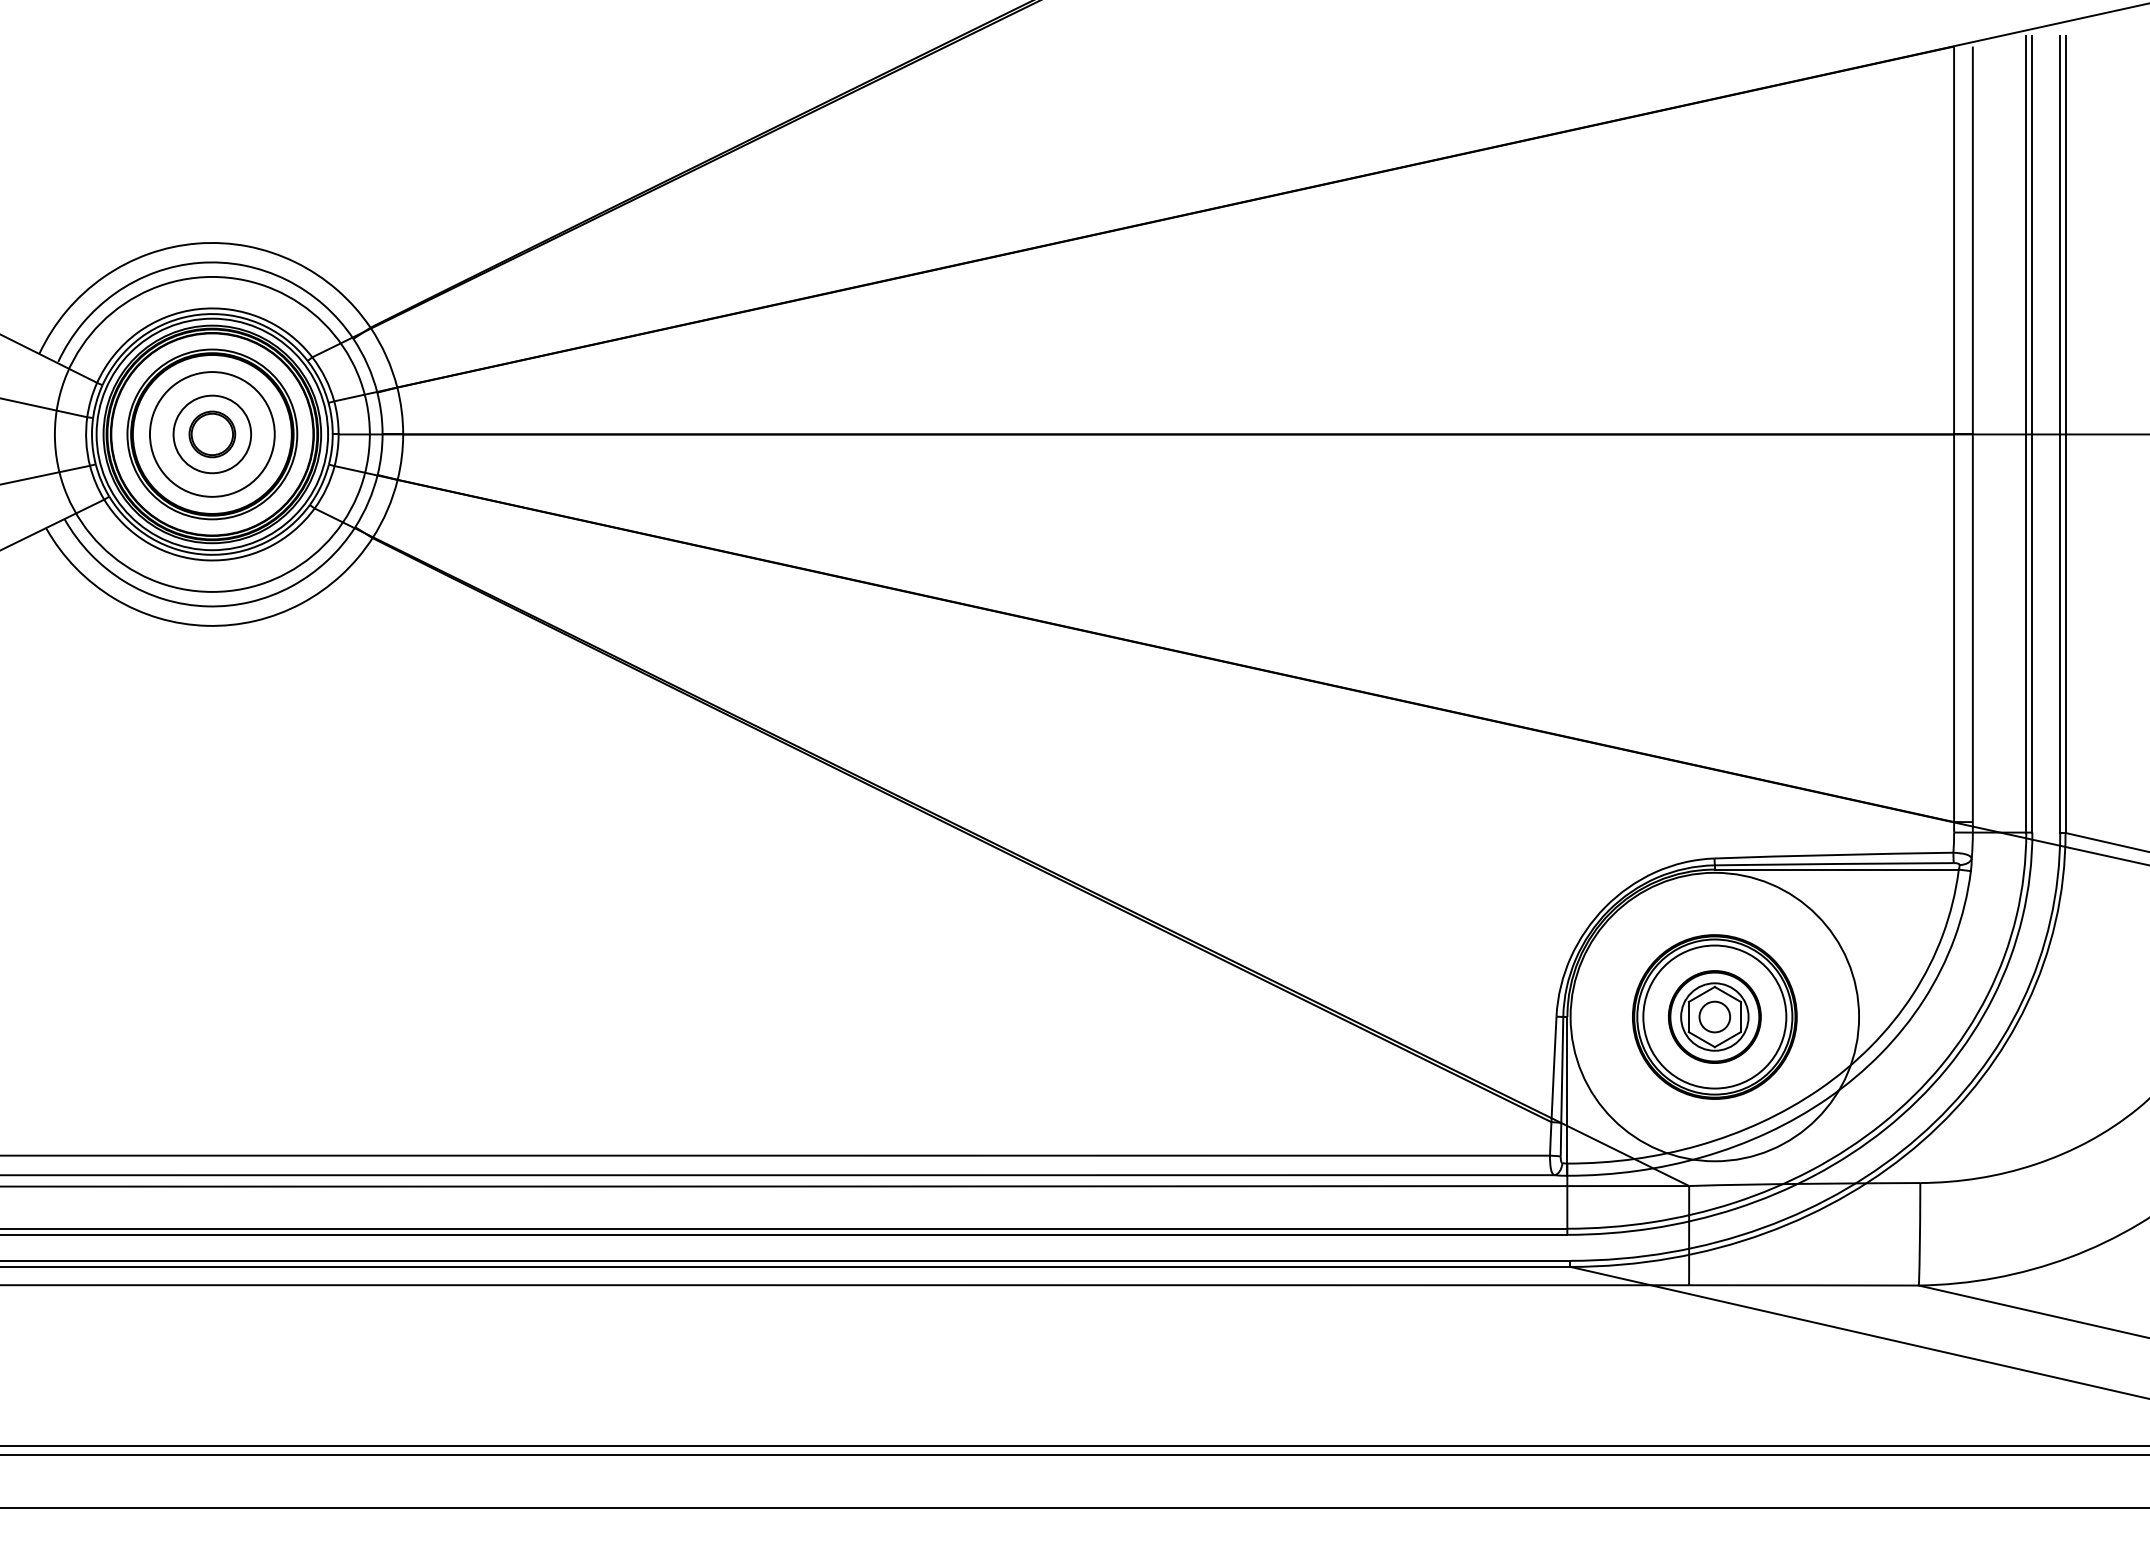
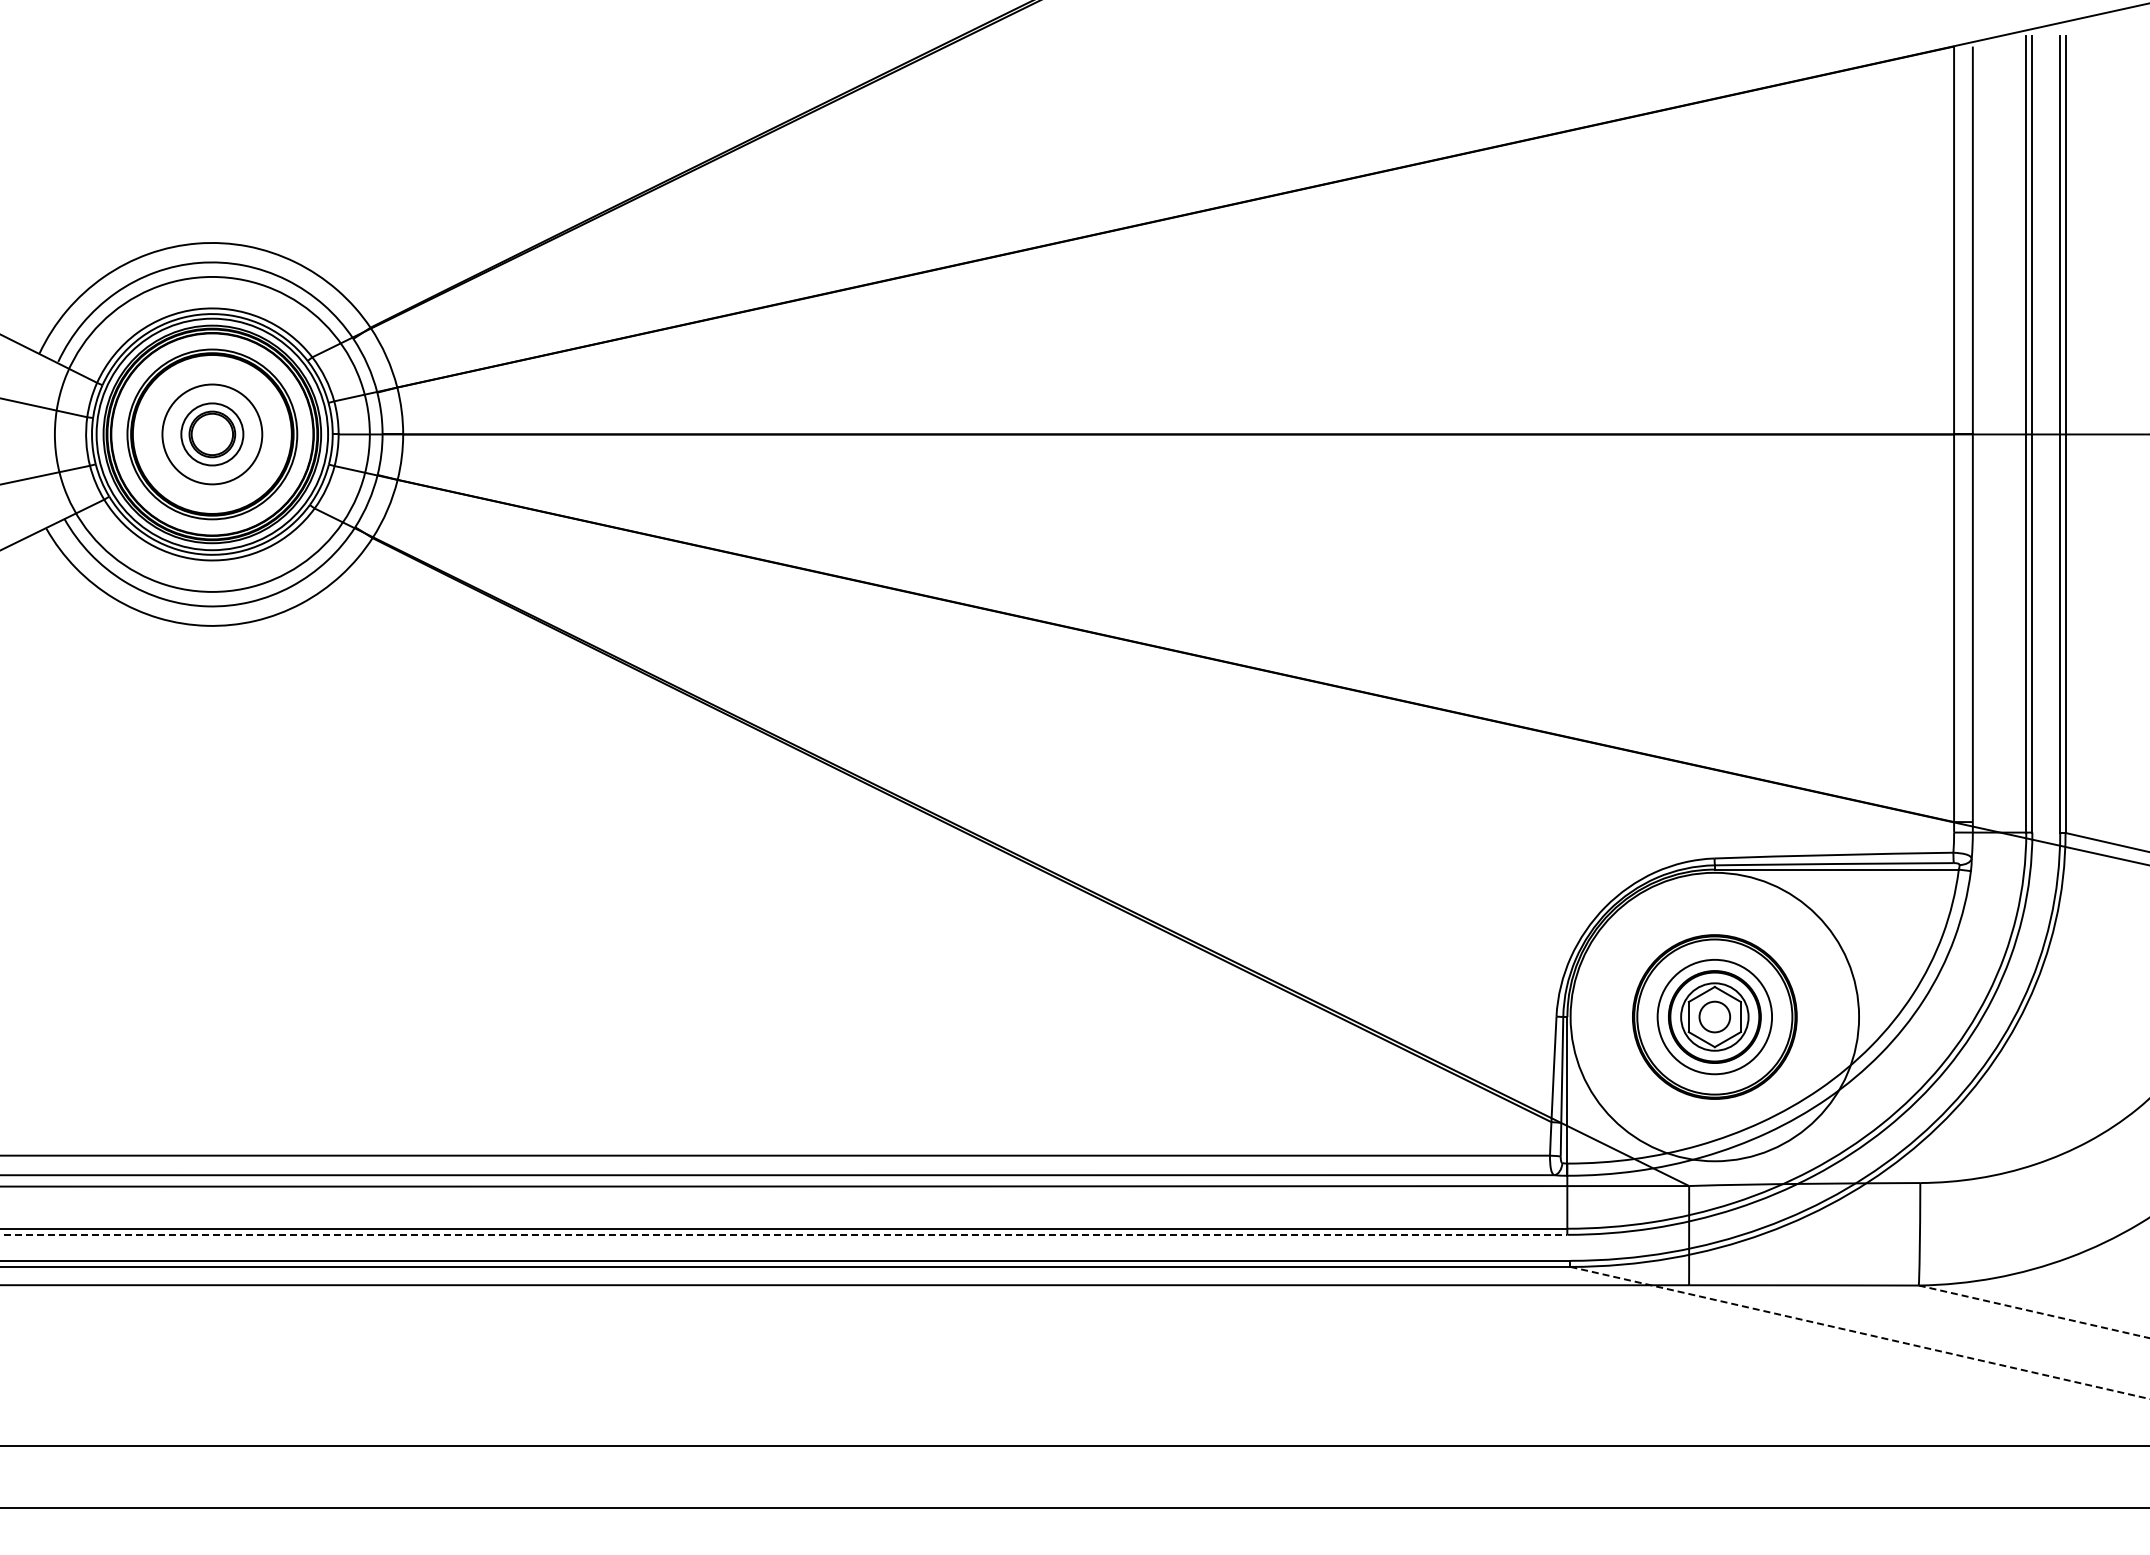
circle at (211, 434) diameter: 125 px -> 100 px
circle at (212, 434) diameter: 78 px -> 62 px
circle at (1714, 1016) diameter: 143 px -> 114 px
line at (784, 1234): solid -> dashed
line at (2034, 1311): solid -> dashed
line at (1859, 1332): solid -> dashed
line at (1074, 1454): present -> none
